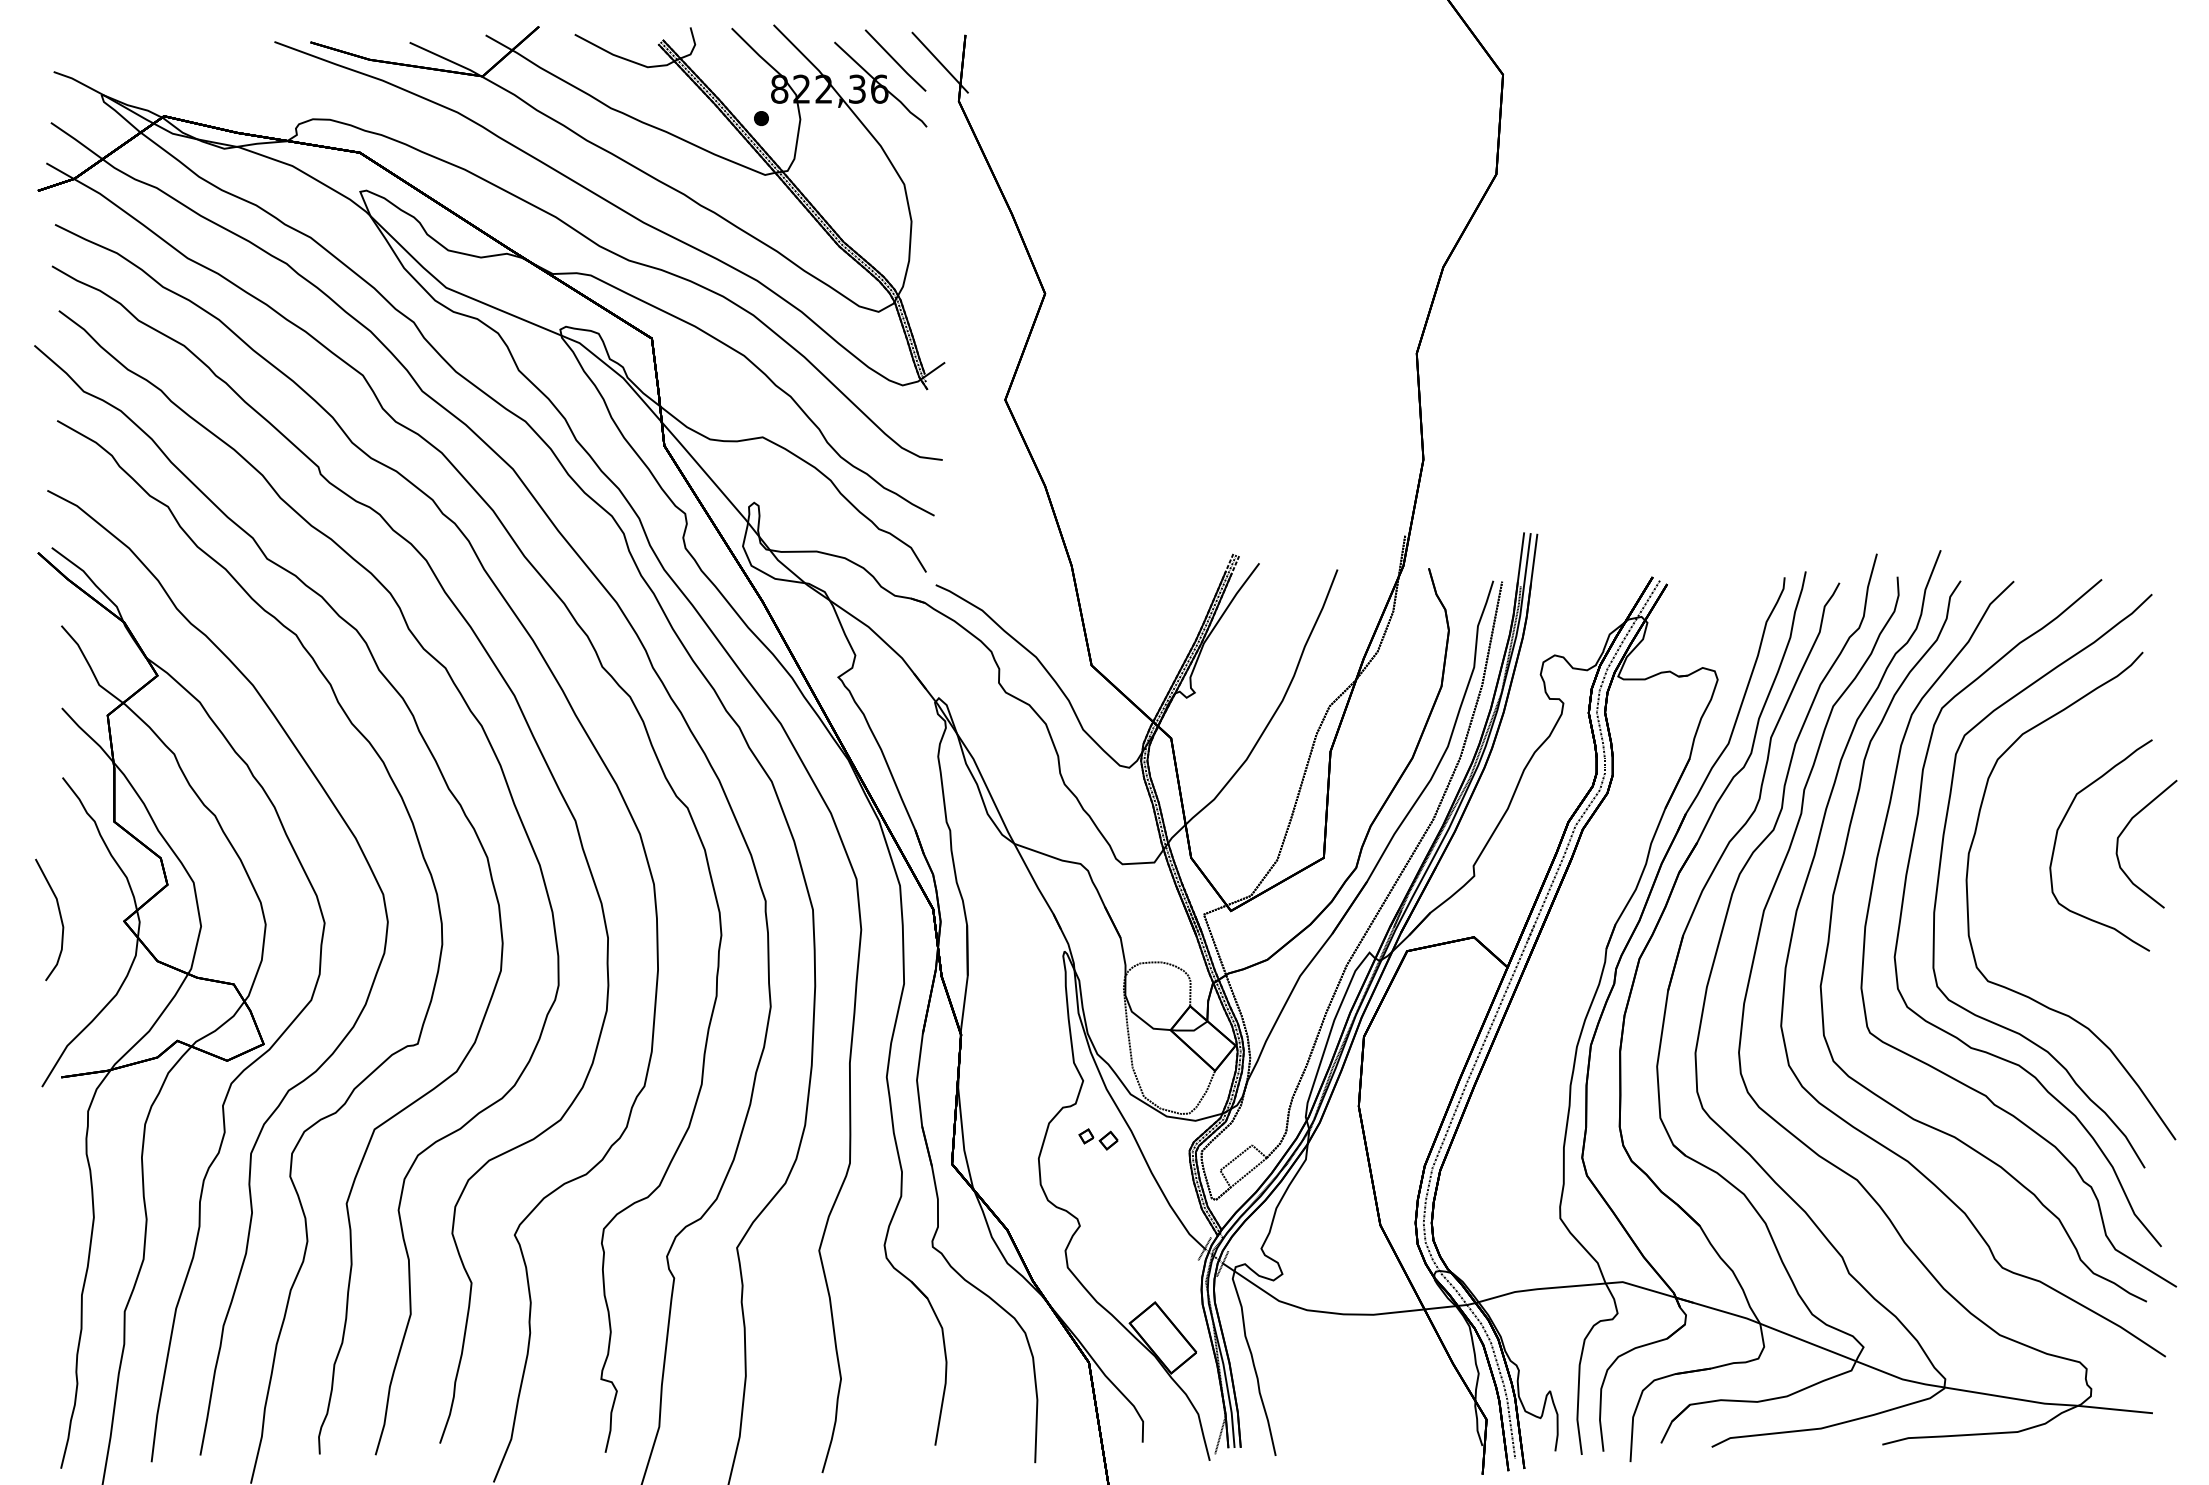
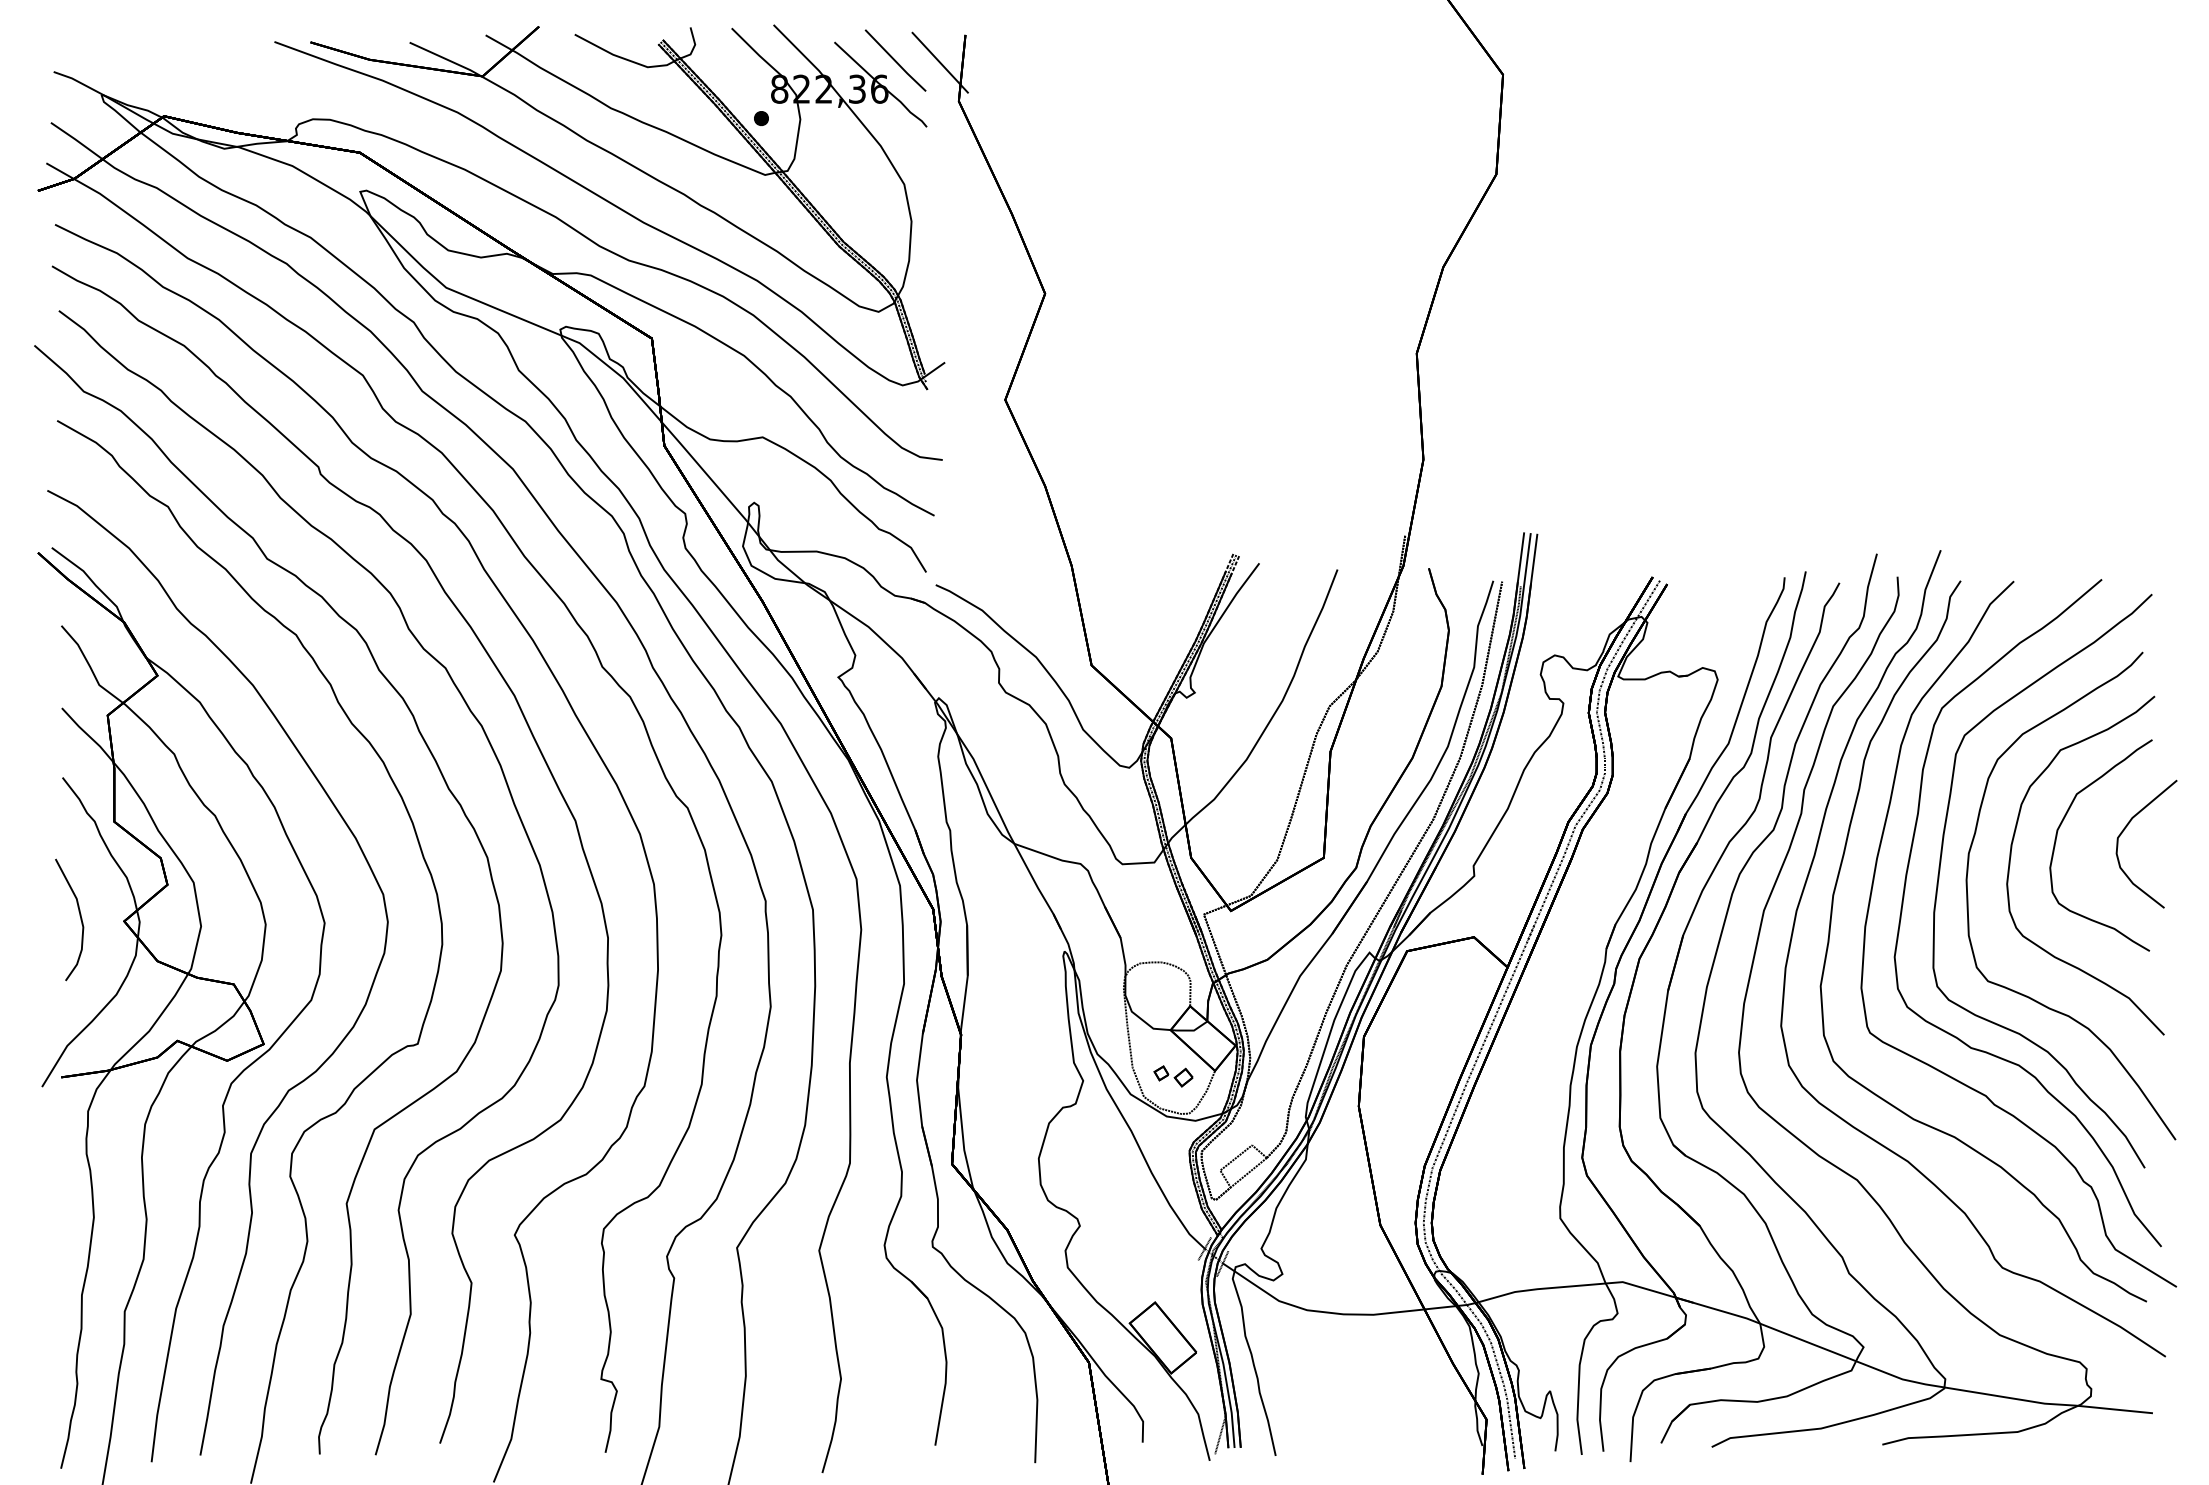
curve at (2011, 857): none -> present
curve at (59, 916) position: (59, 916) -> (79, 916)
part at (1098, 1139) position: (1098, 1139) -> (1173, 1076)
